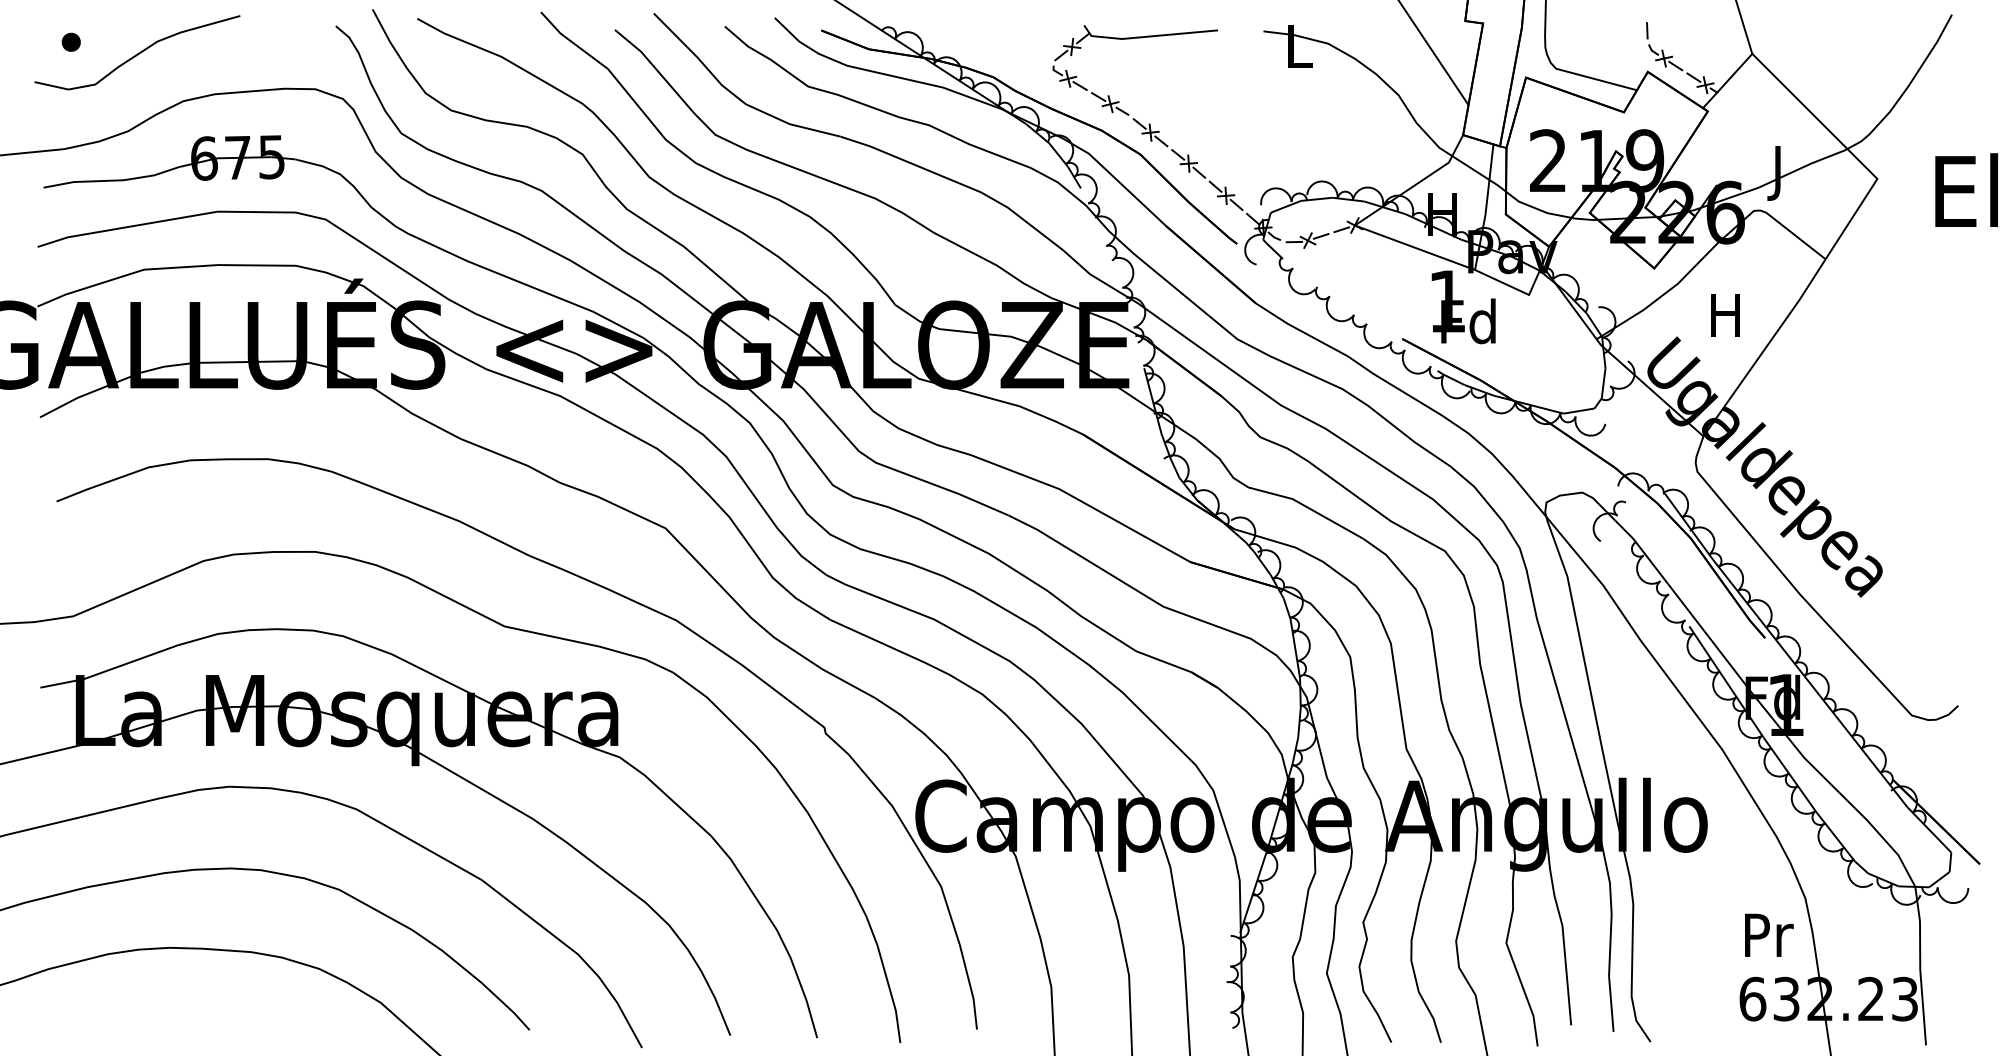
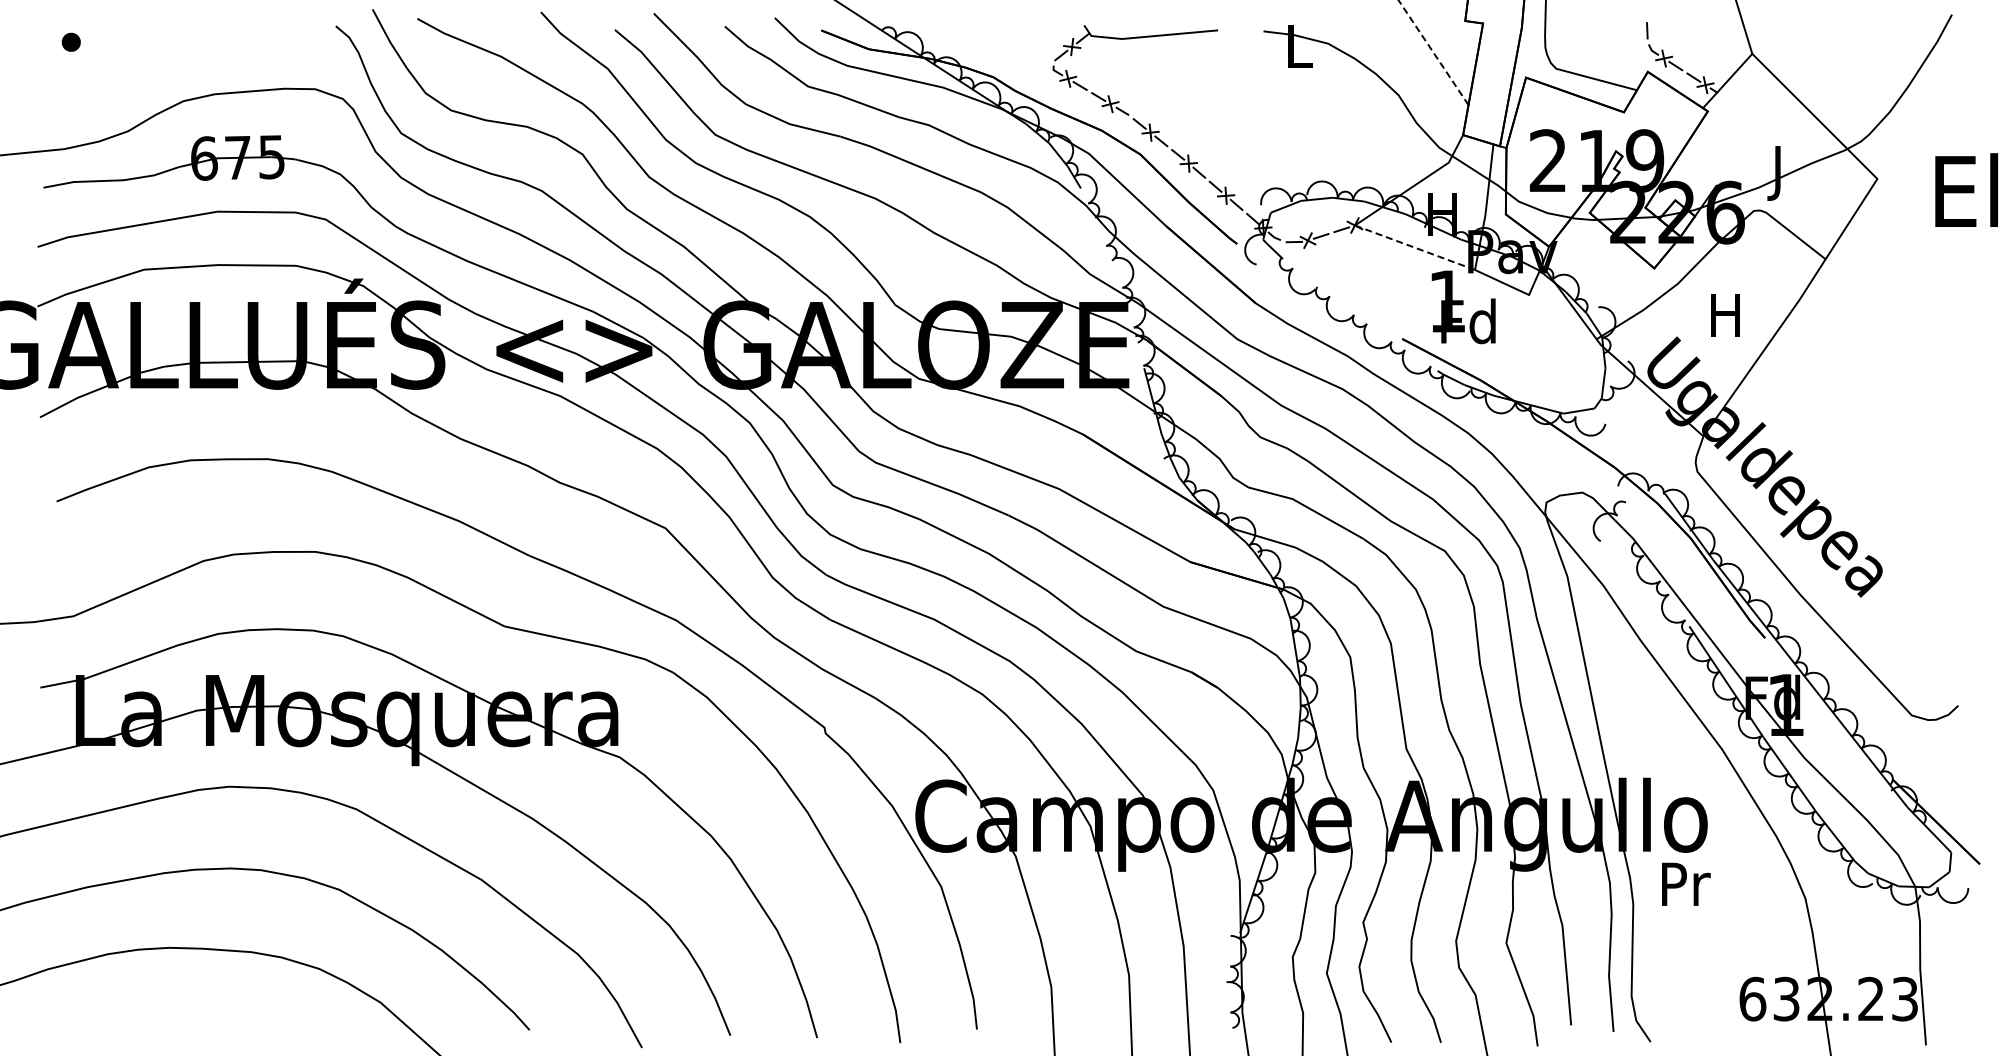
curve at (138, 52): present -> none
line at (1433, 52): solid -> dashed
line at (1414, 247): solid -> dashed
text at (1769, 934) position: (1769, 934) -> (1686, 883)
